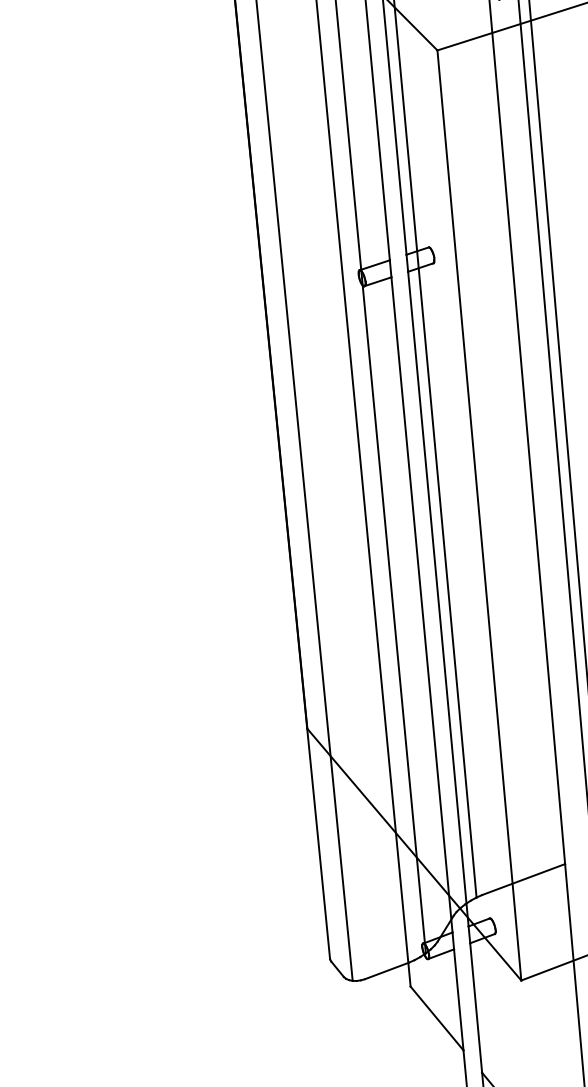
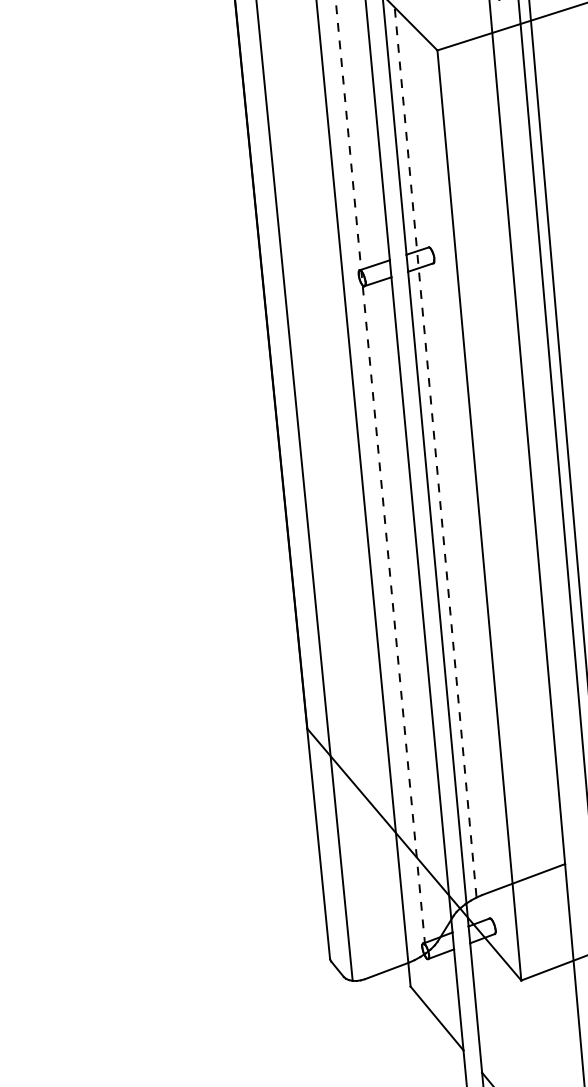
line at (435, 449): solid -> dashed
line at (380, 477): solid -> dashed
